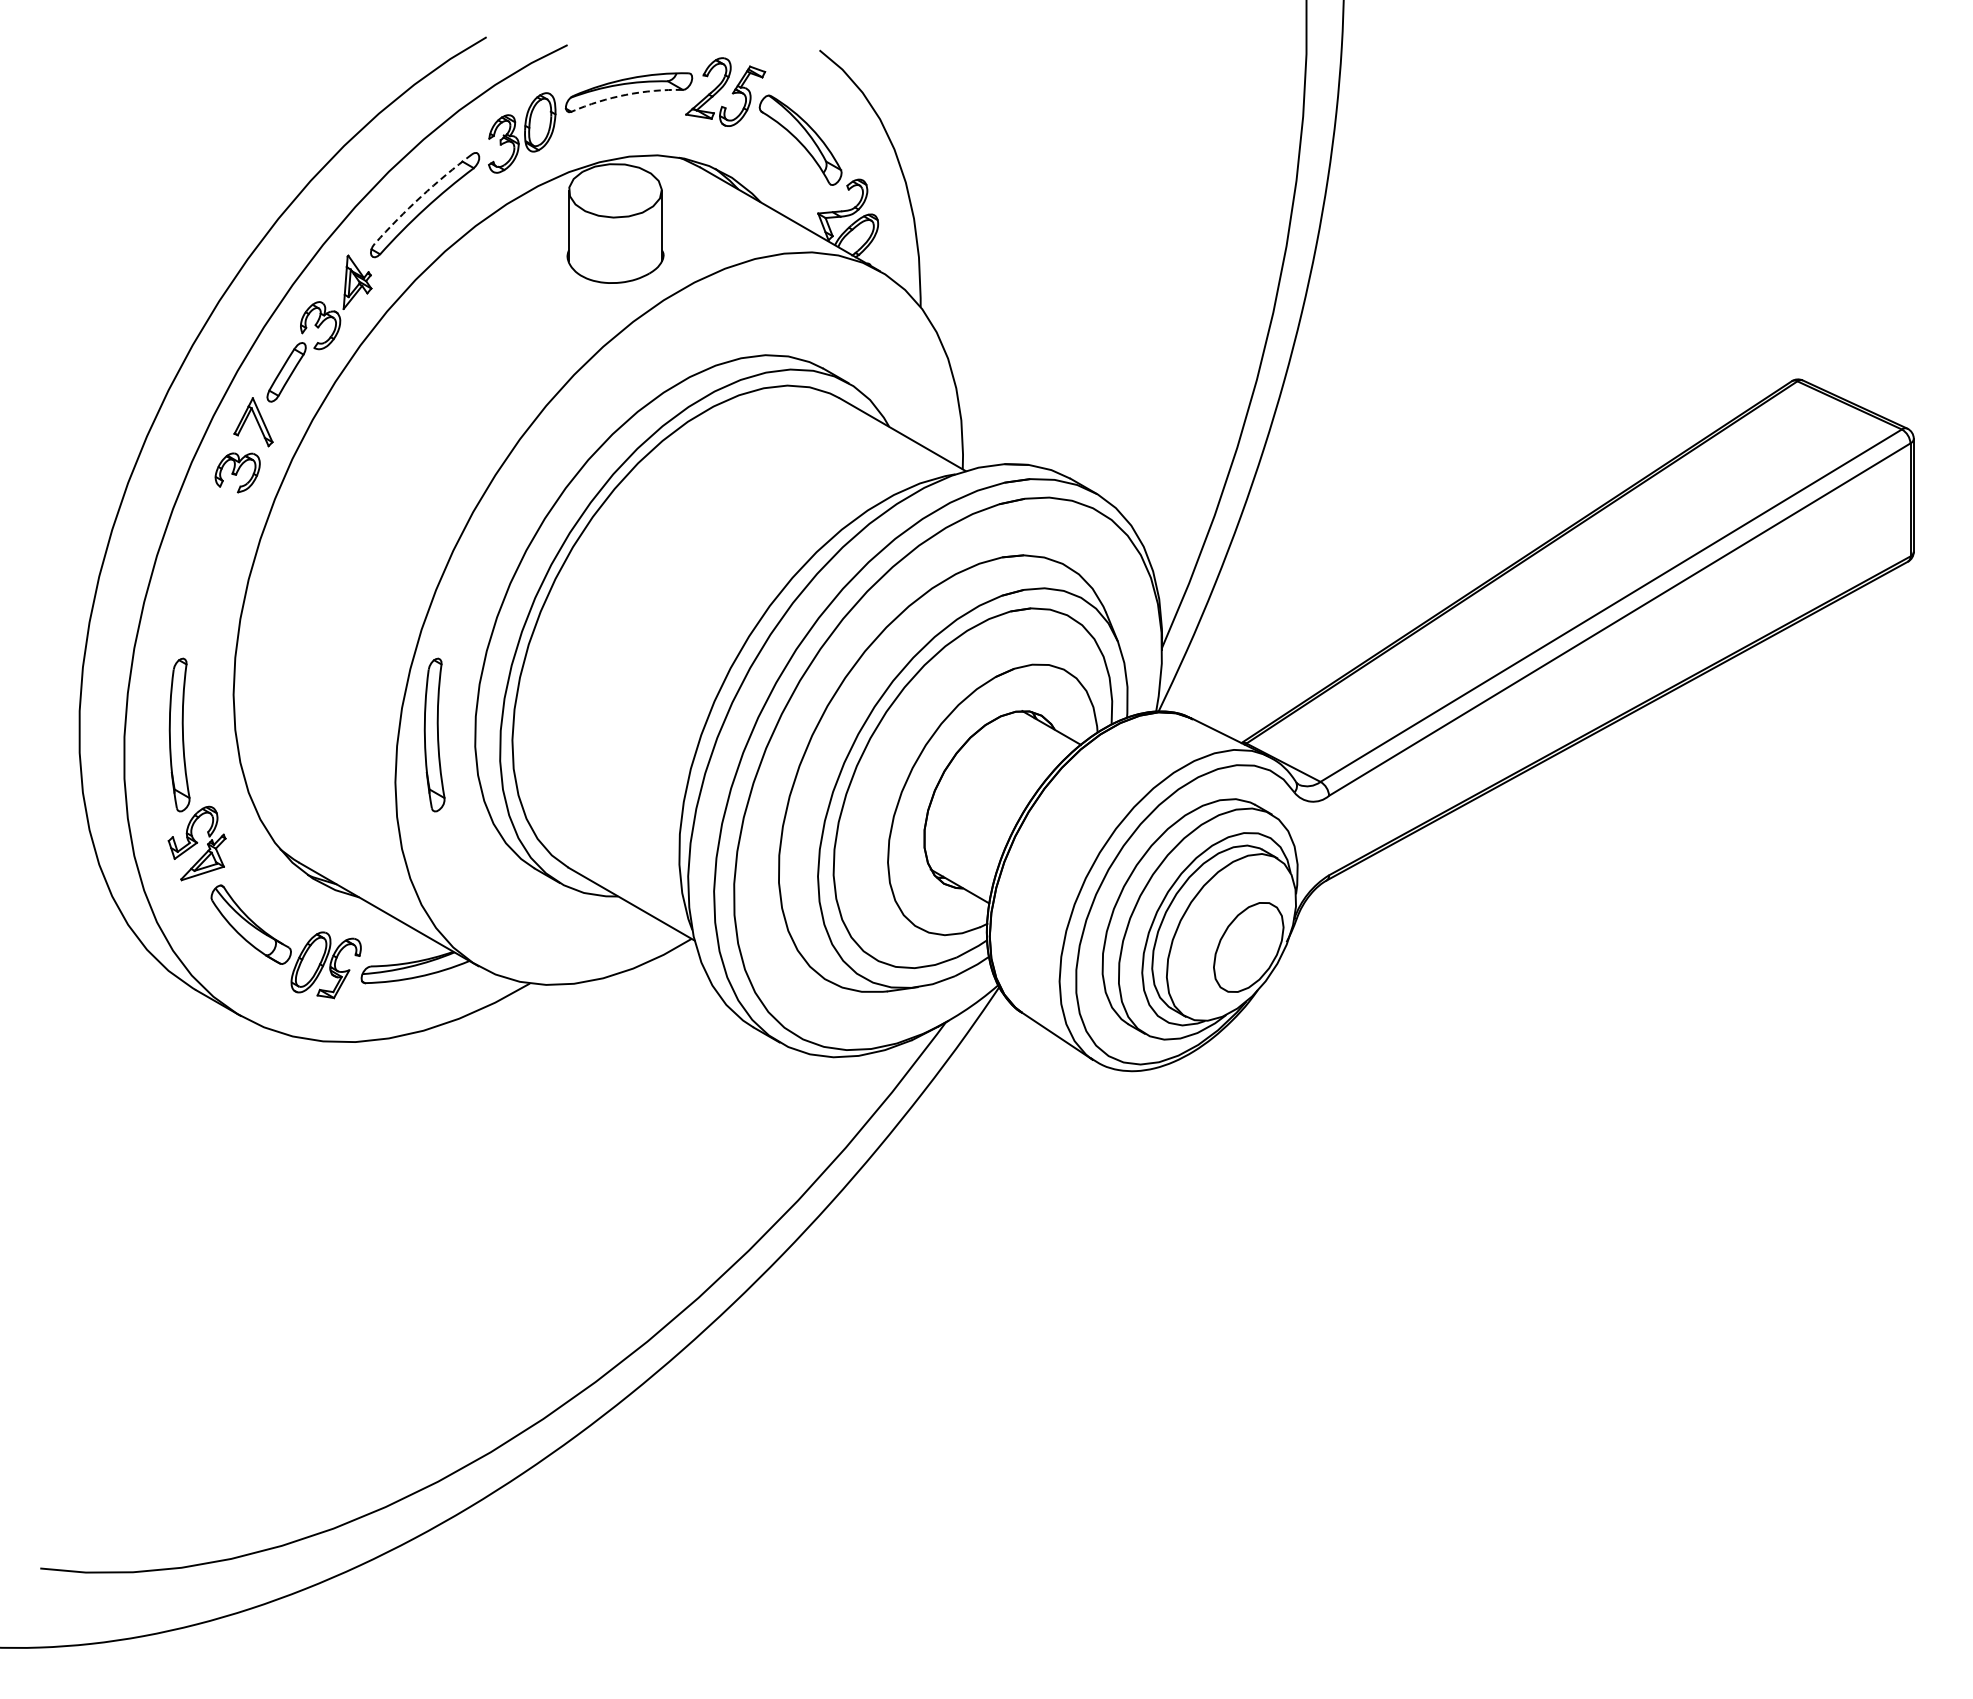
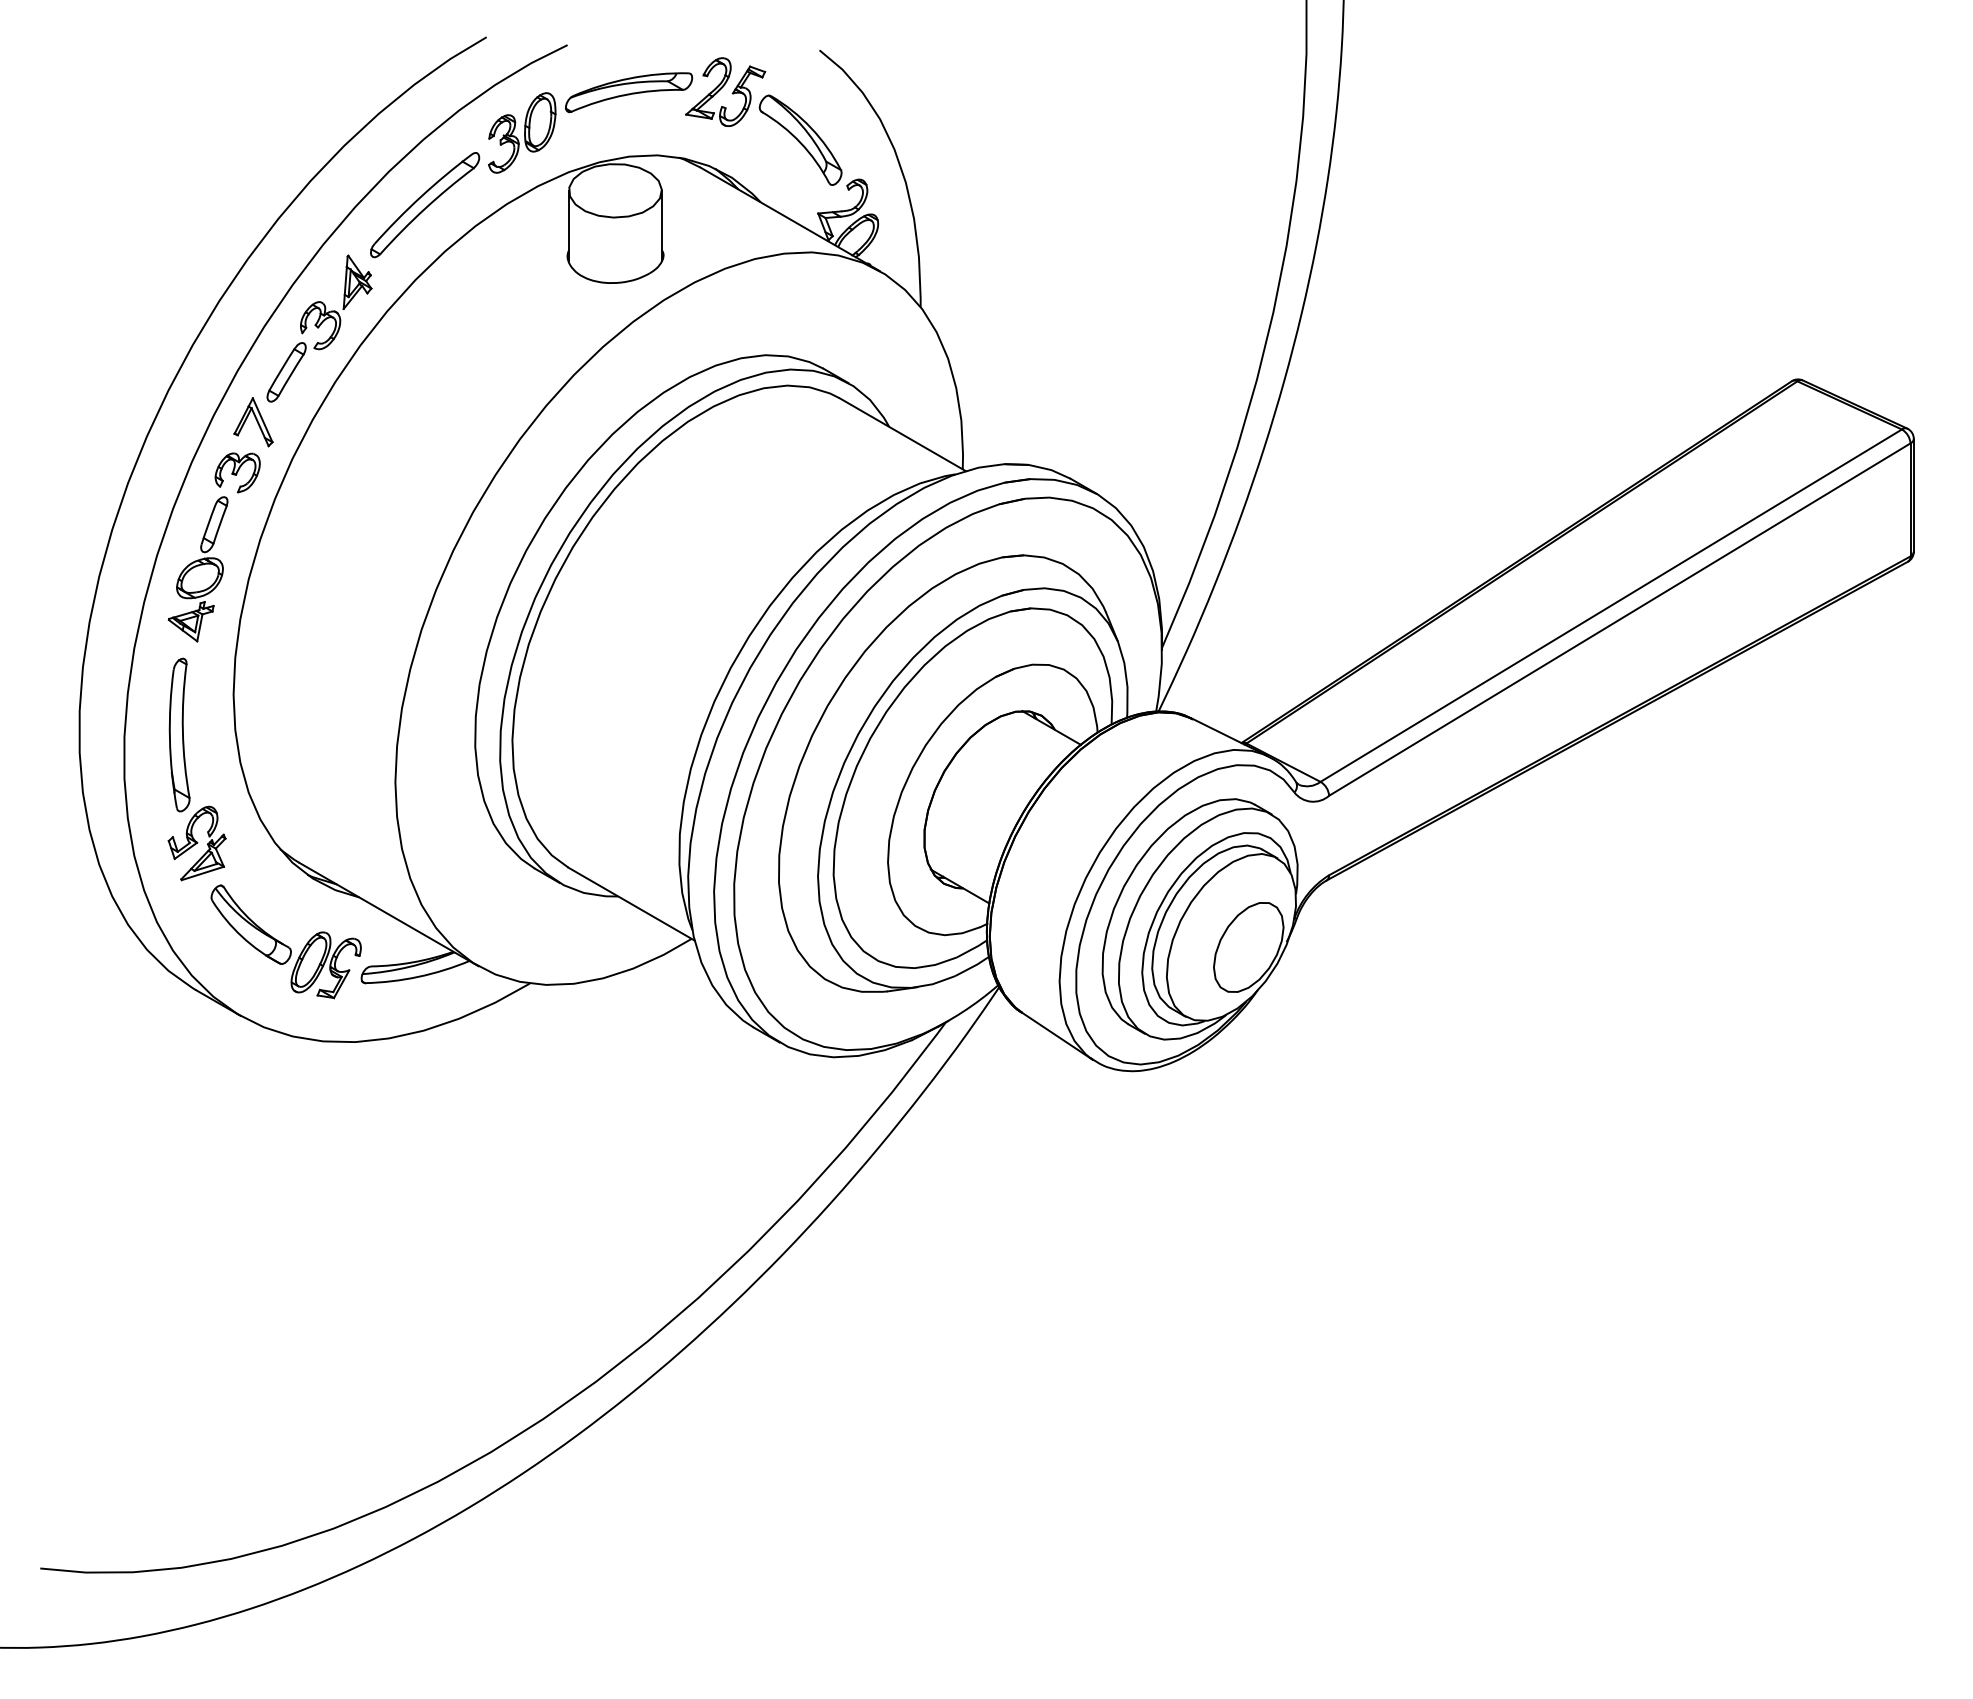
arc at (625, 94): dashed -> solid
arc at (421, 196): dashed -> solid
part at (197, 569): none -> present
part at (434, 734): present -> none
